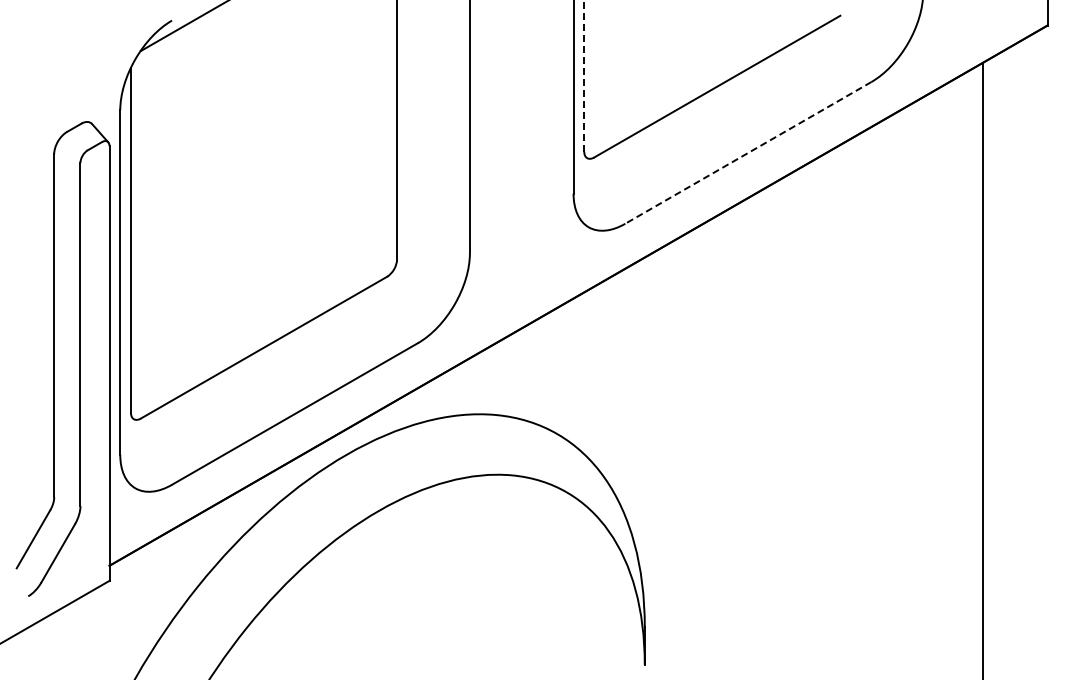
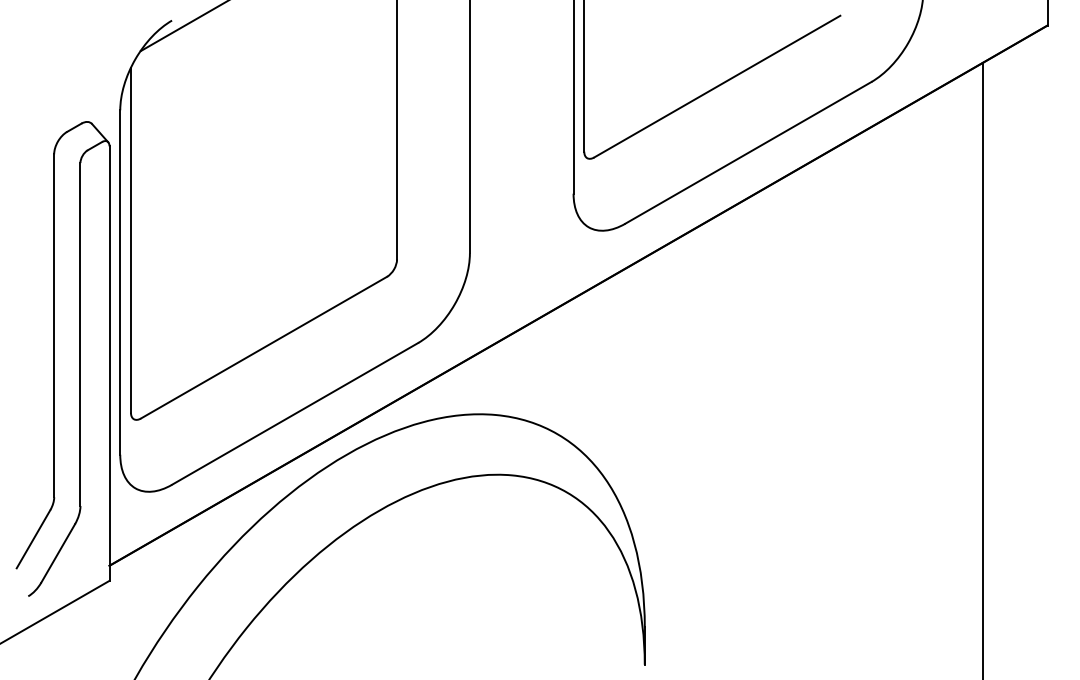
line at (584, 75): dashed -> solid
line at (748, 152): dashed -> solid
